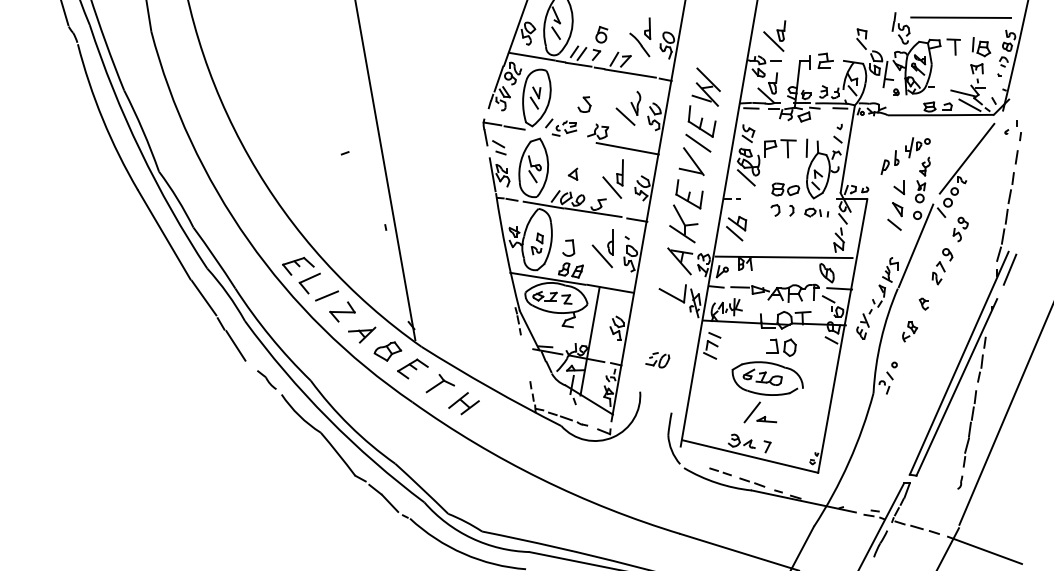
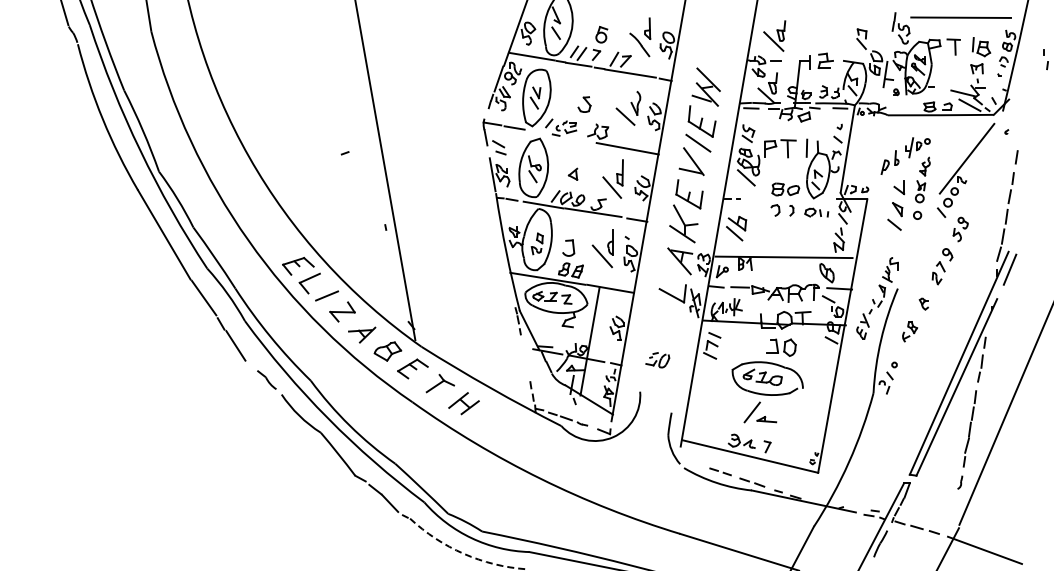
part at (1018, 130) position: (1018, 130) -> (1045, 59)
line at (915, 245): present -> none
arc at (463, 553): solid -> dashed
